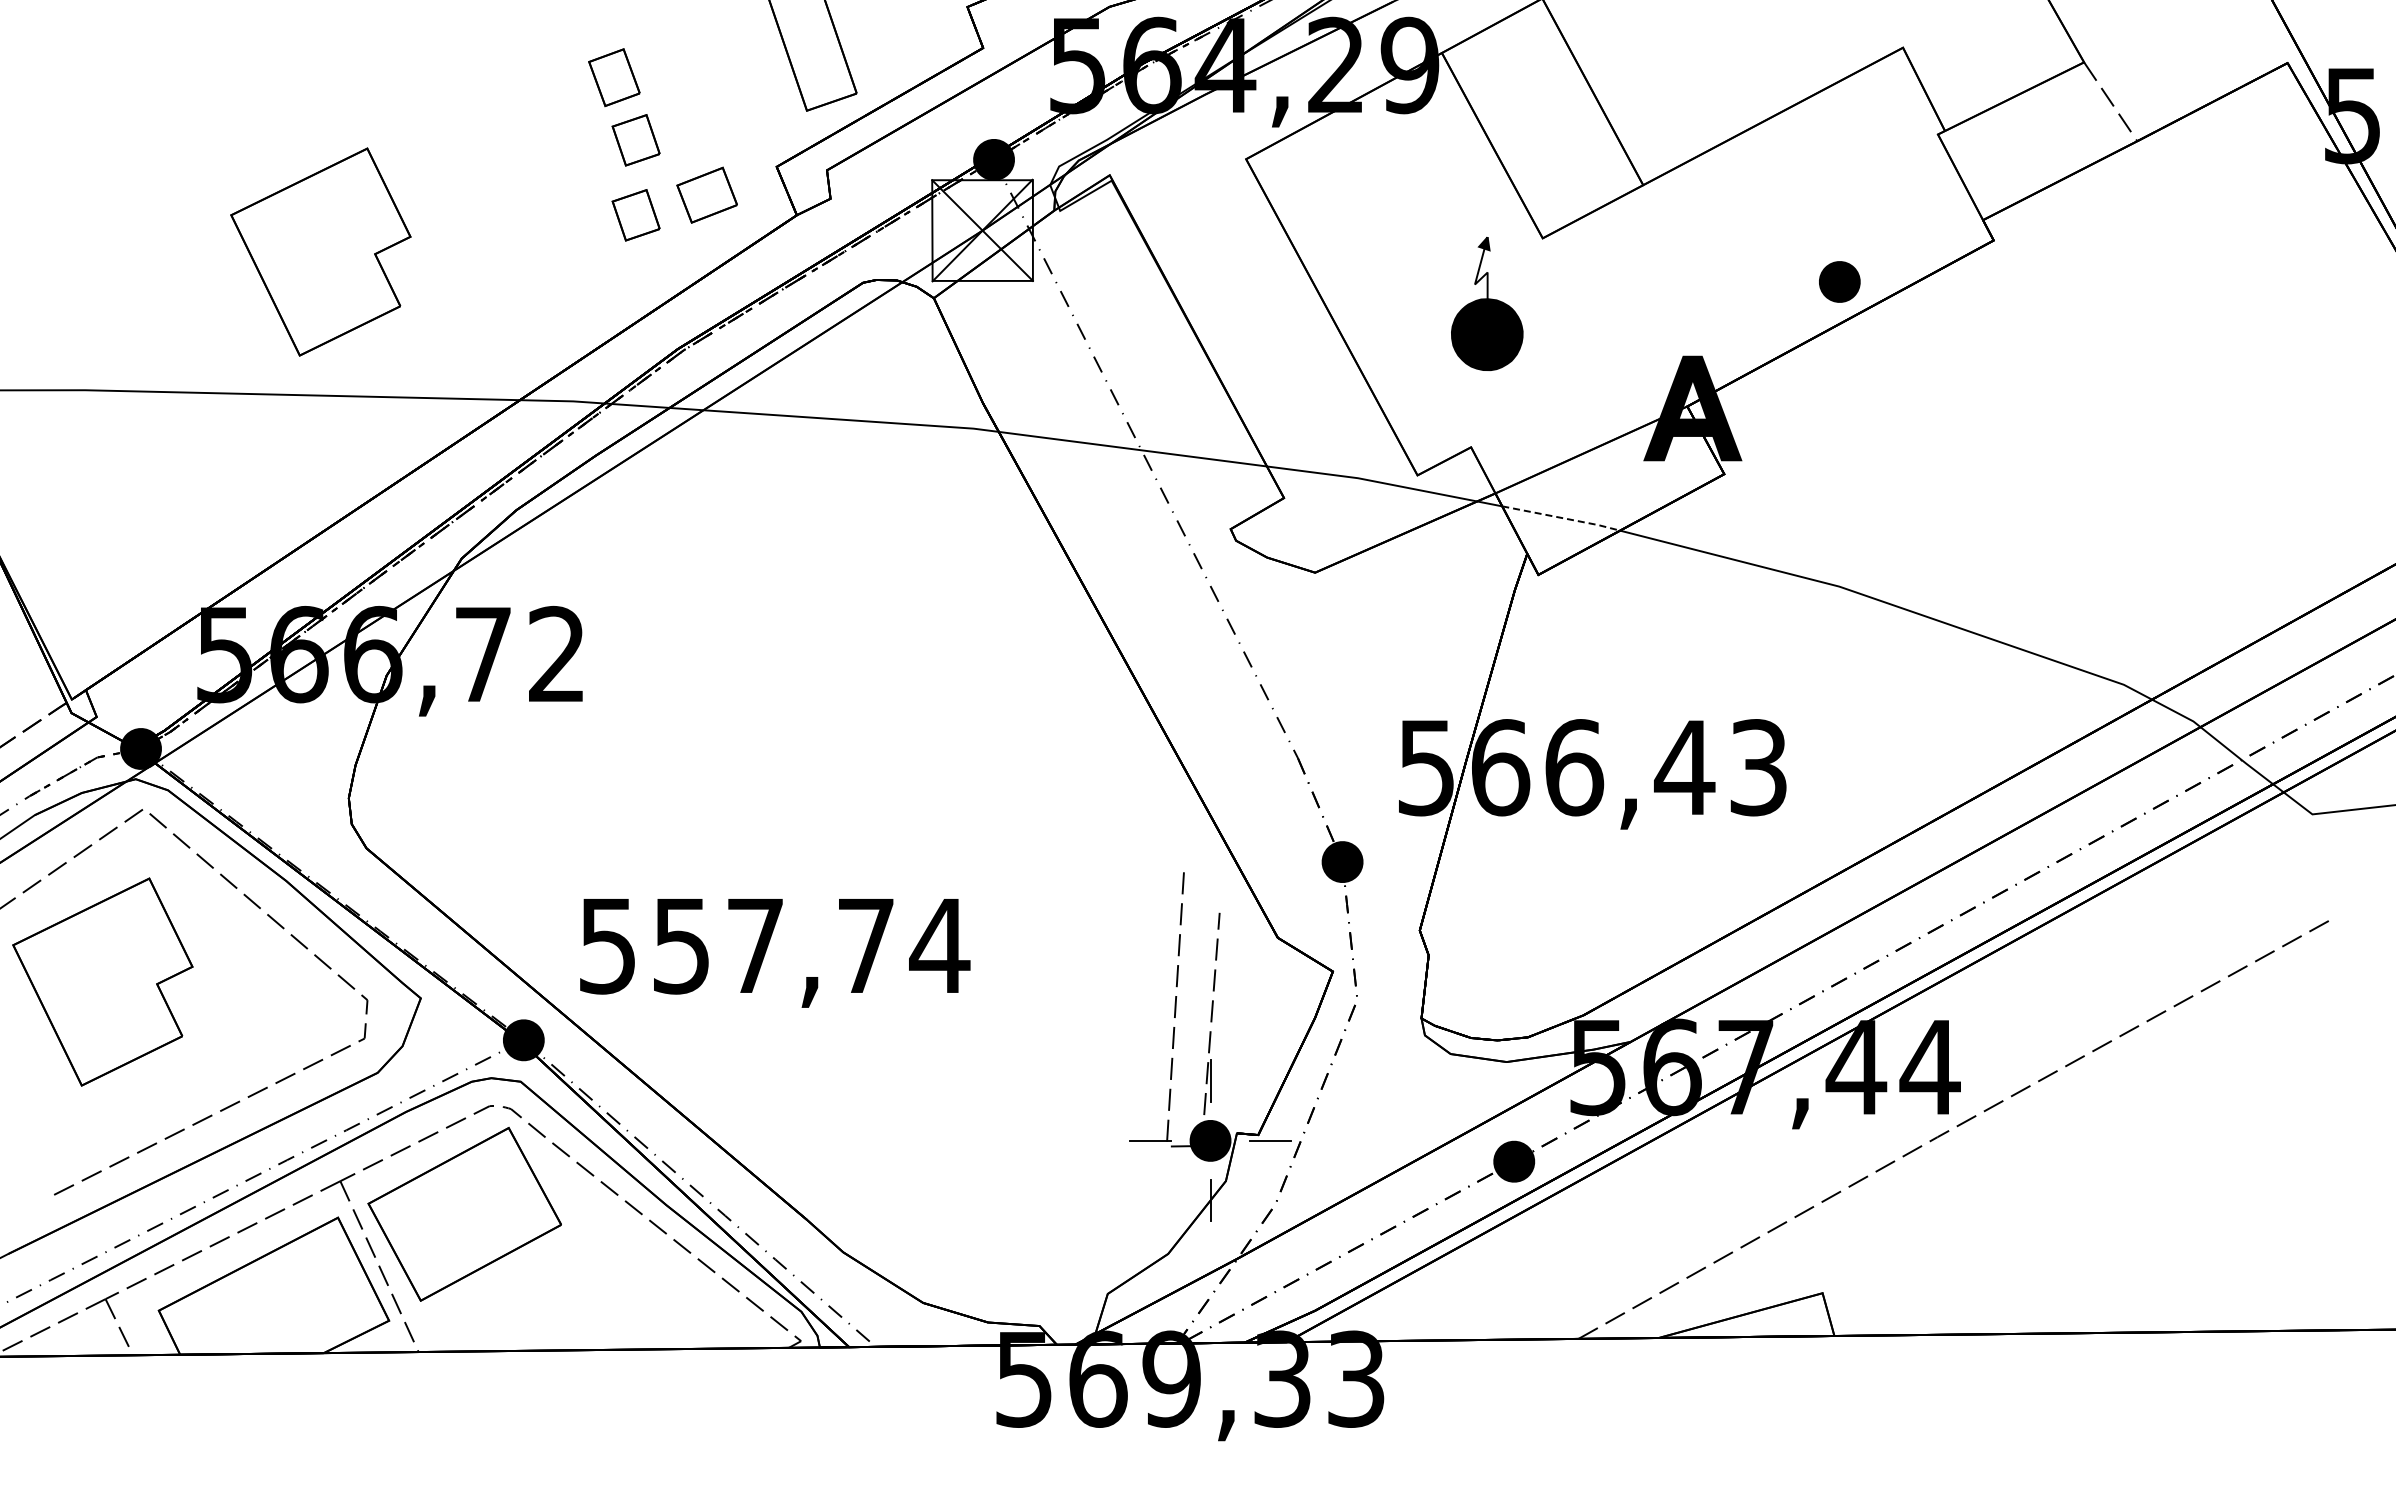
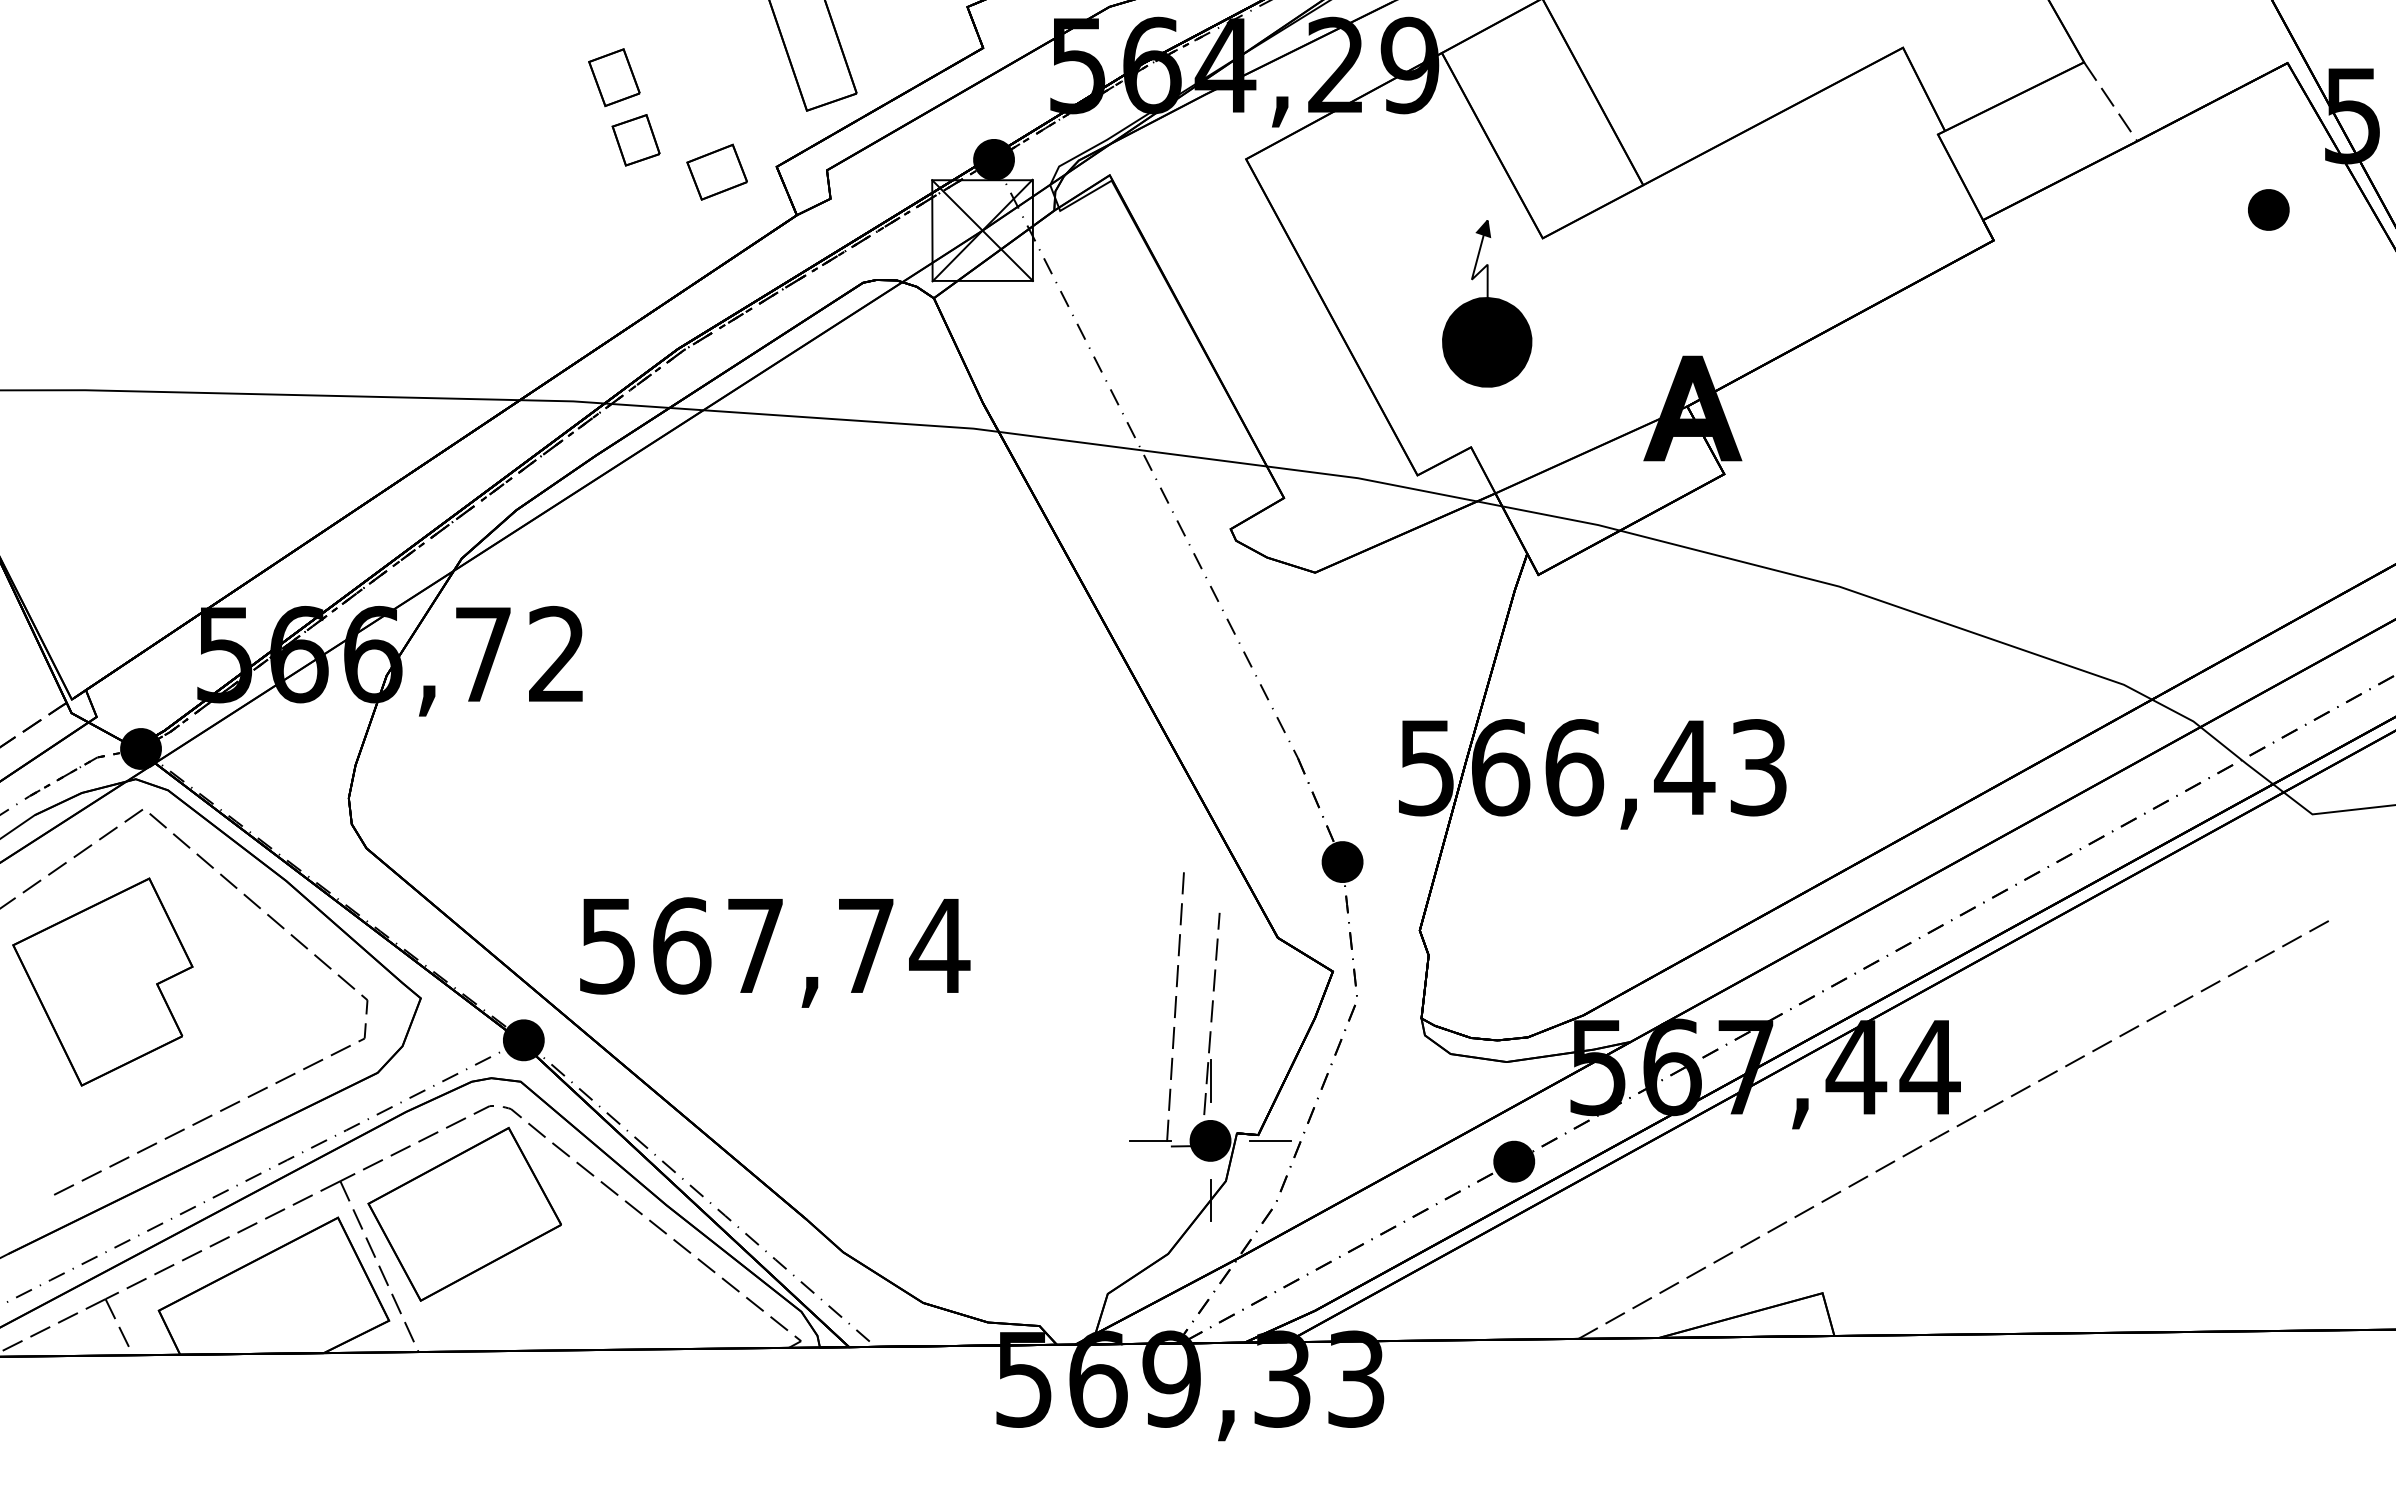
part at (706, 194) position: (706, 194) -> (716, 171)
part at (635, 215): present -> none
part at (320, 251): present -> none
part at (1839, 281) position: (1839, 281) -> (2268, 209)
part at (1487, 303) size: 73x134 px -> 91x168 px
line at (1562, 518): dashed -> solid
text at (682, 945): 557,74 -> 567,74
